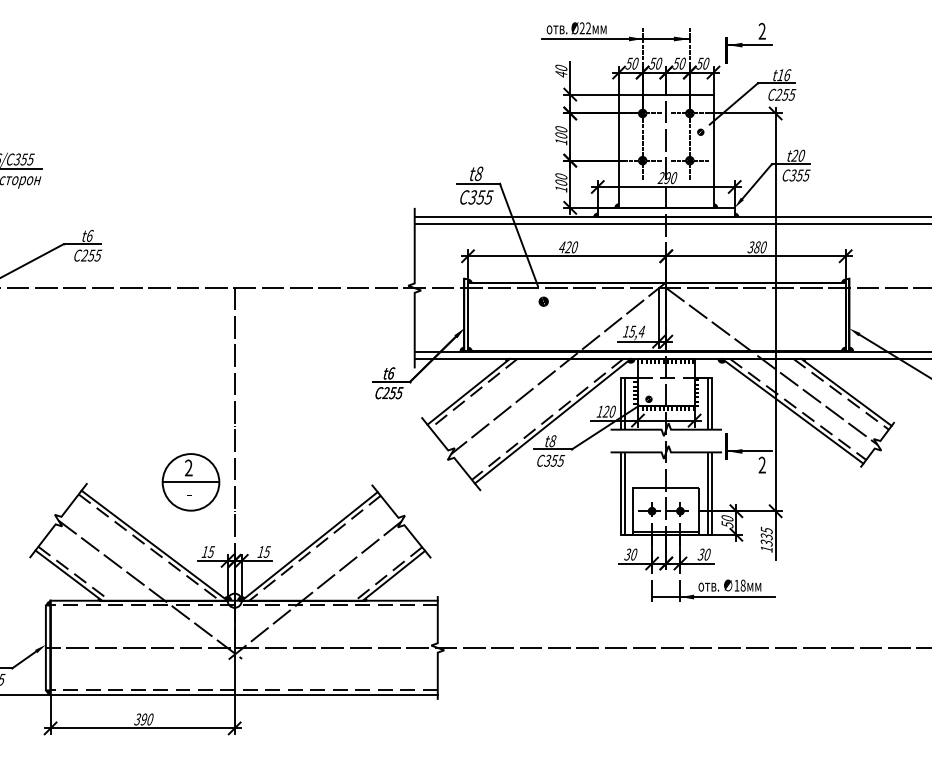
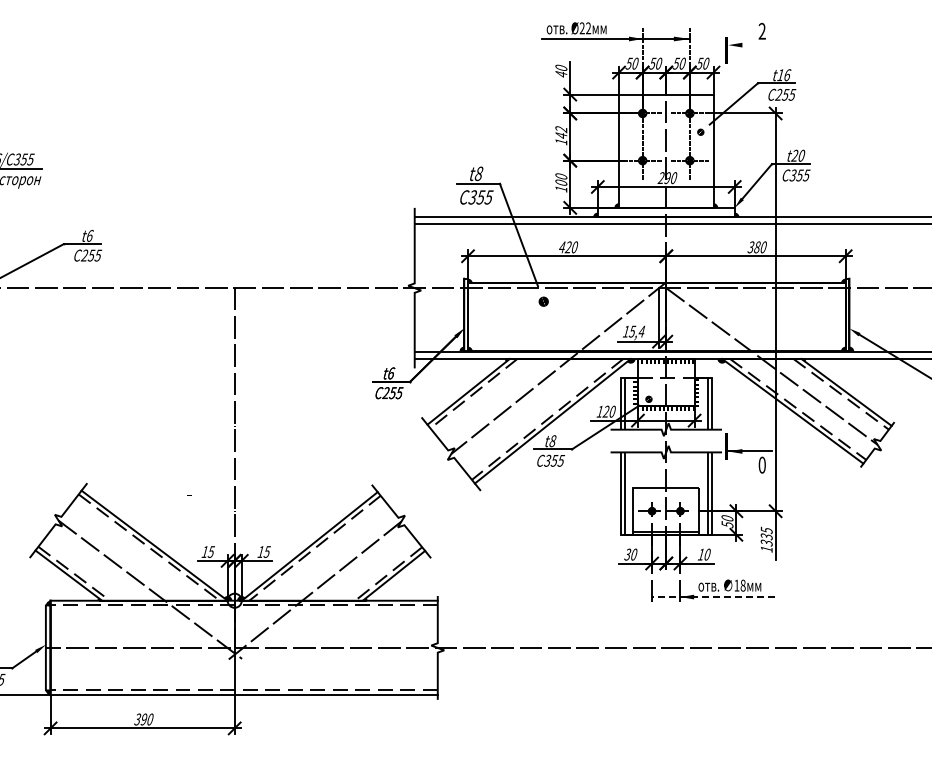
line at (750, 45): present -> none
text at (561, 132): 100 -> 142
text at (761, 464): 2 -> 0
part at (190, 482): present -> none
text at (700, 554): 30 -> 10
line at (713, 597): solid -> dashed
